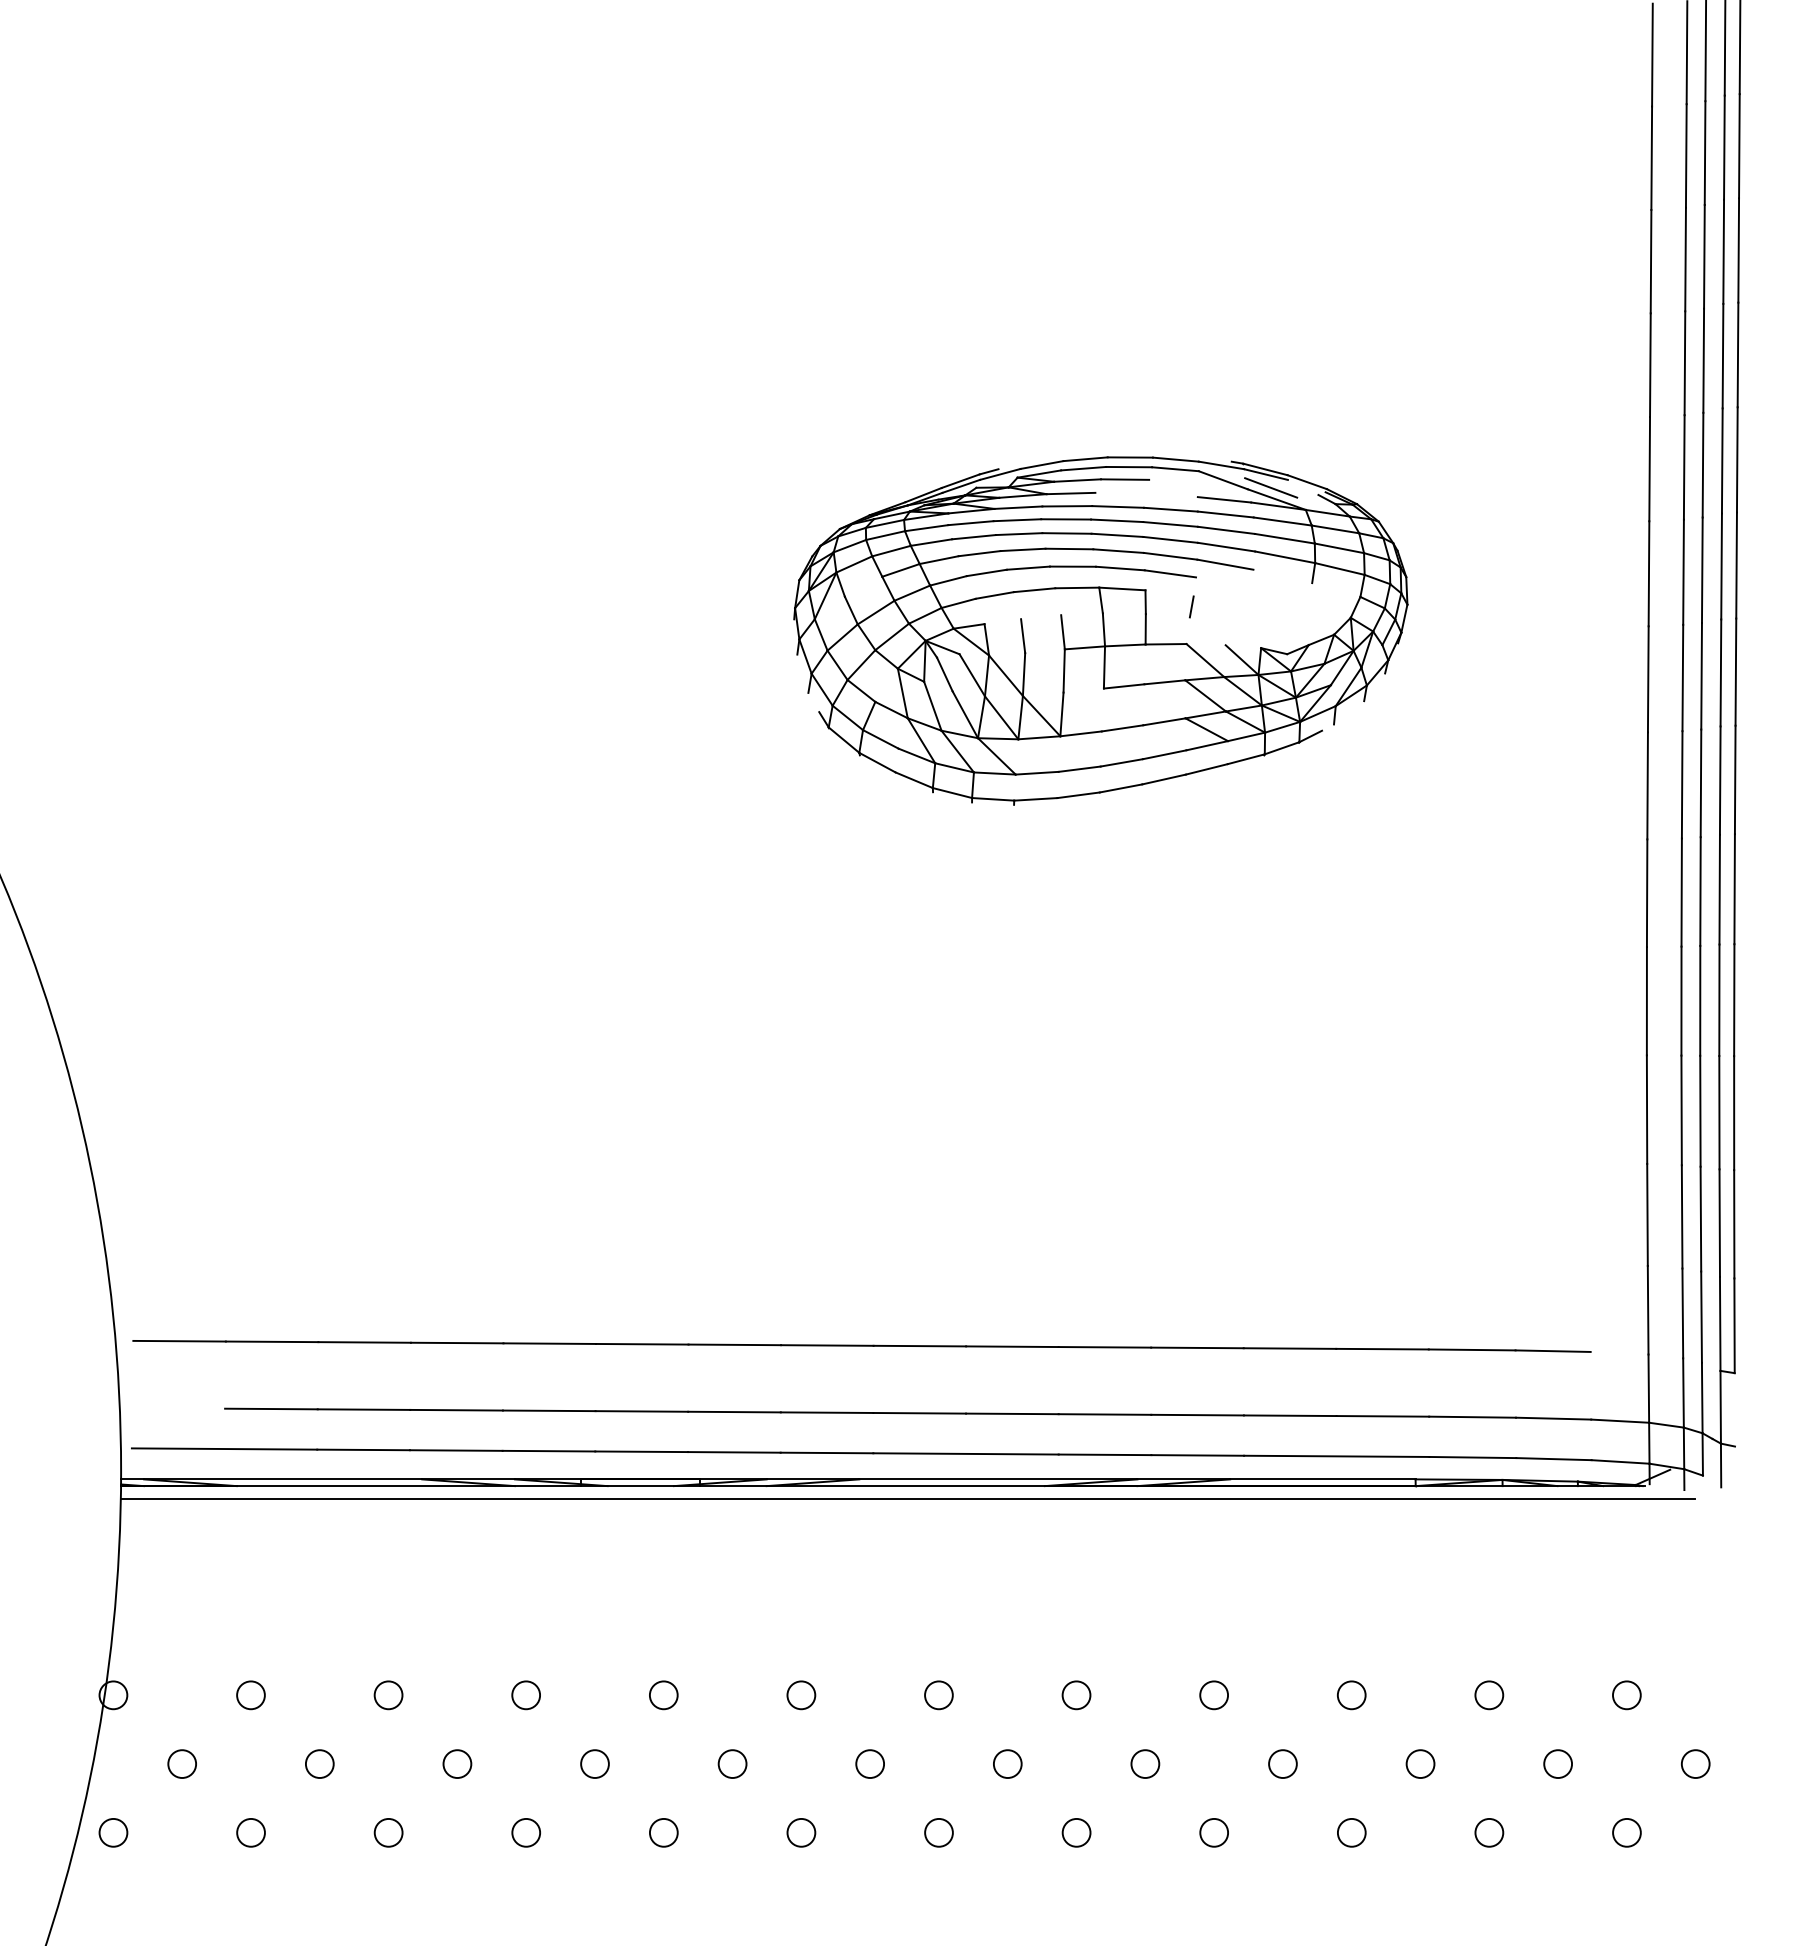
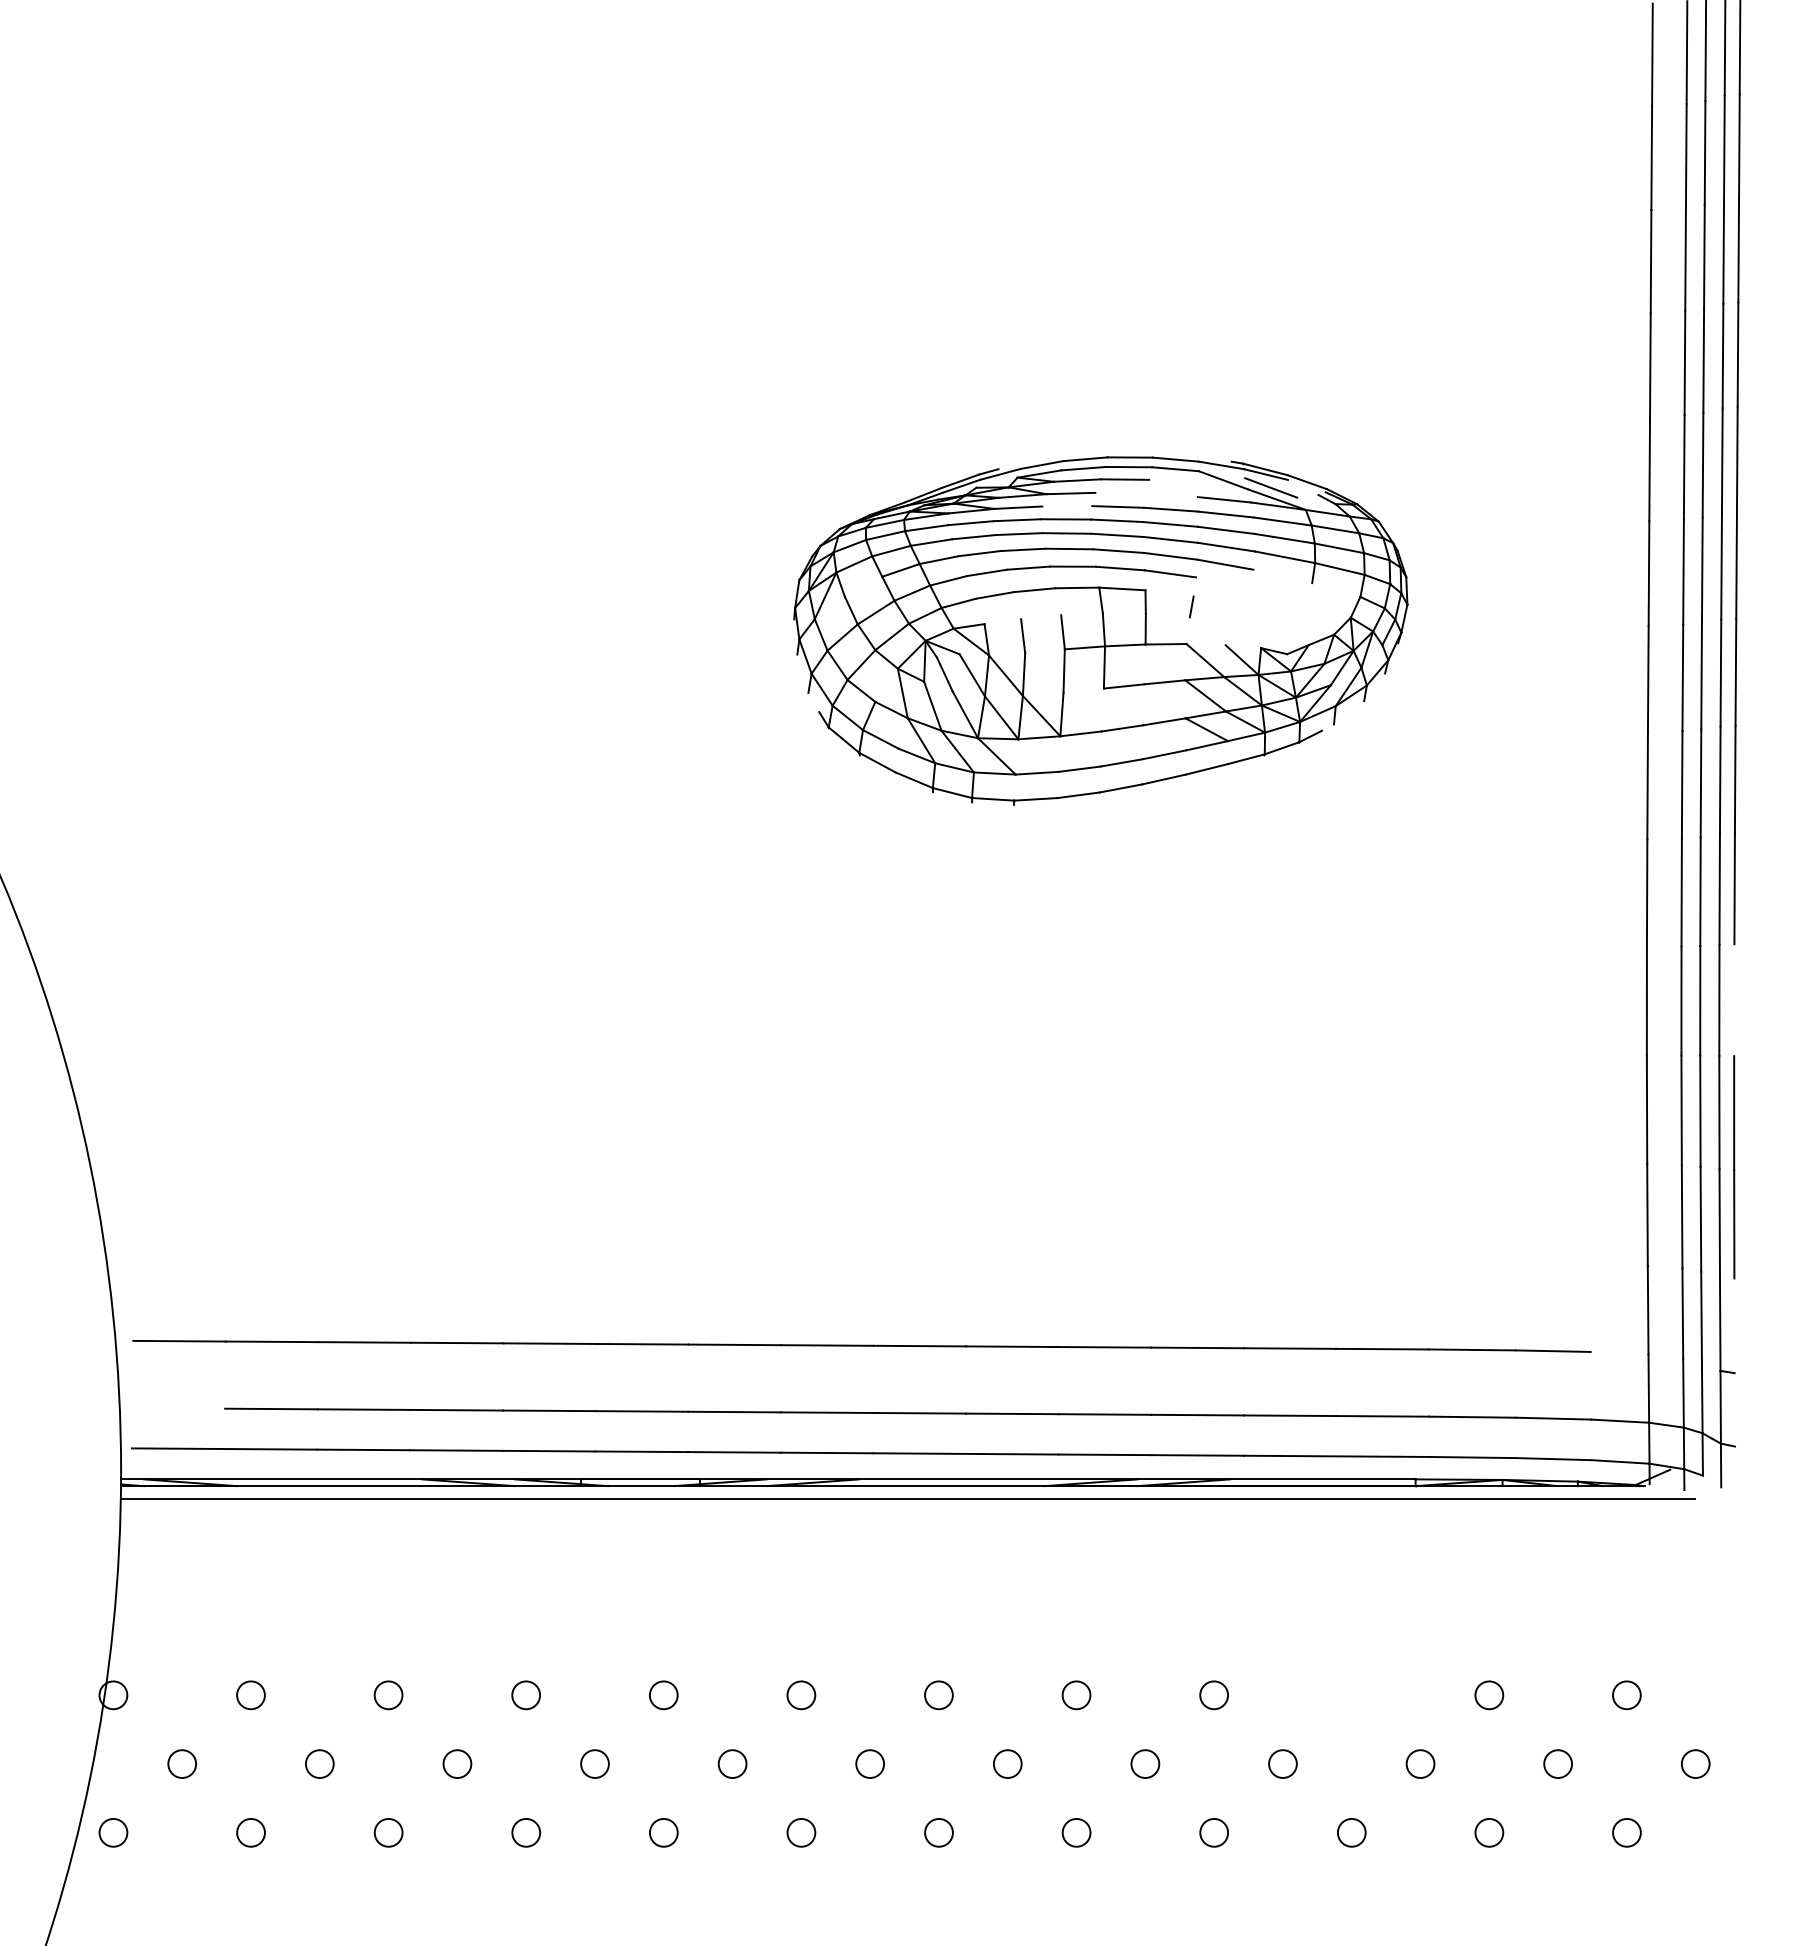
line at (1067, 506): present -> none
line at (1734, 1000): present -> none
line at (1734, 1325): present -> none
circle at (1351, 1695): present -> none
